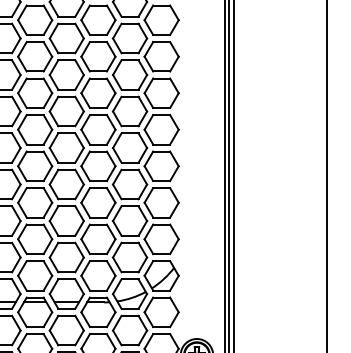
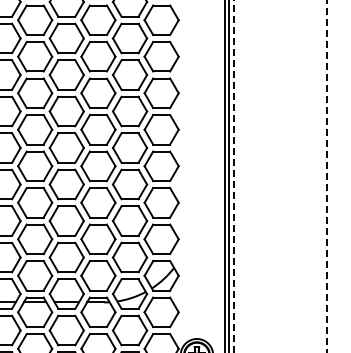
line at (234, 176): solid -> dashed
line at (326, 176): solid -> dashed
